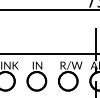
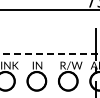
line at (50, 54): solid -> dashed
